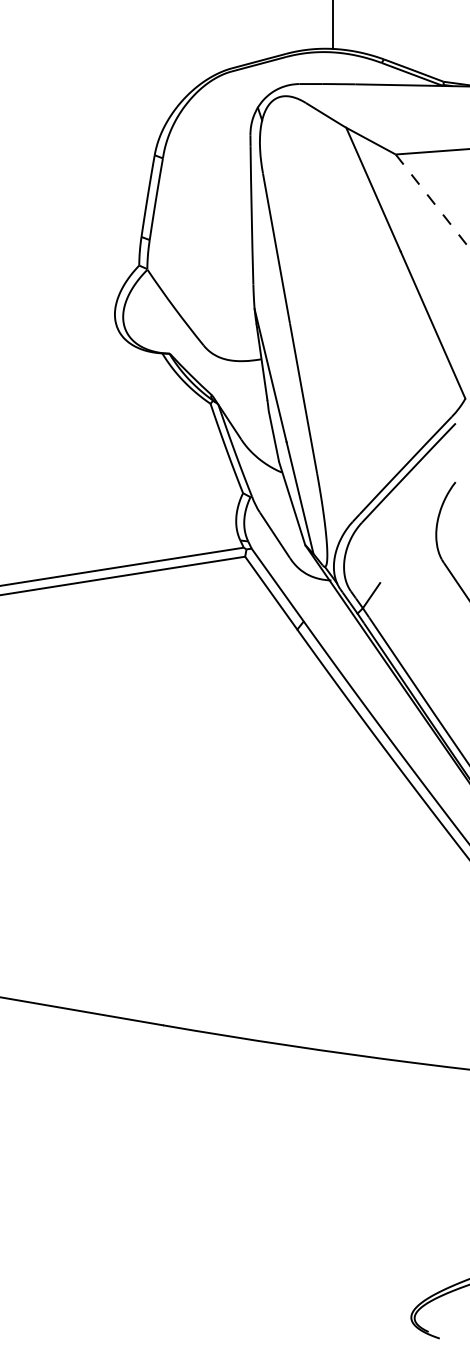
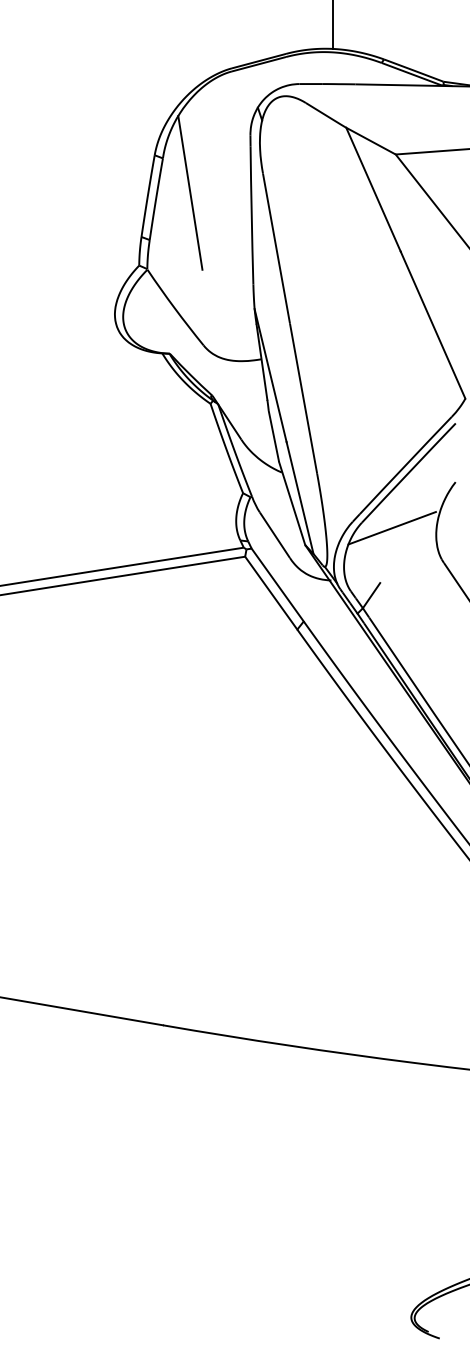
line at (190, 192): none -> present
line at (432, 201): dashed -> solid
line at (391, 528): none -> present
